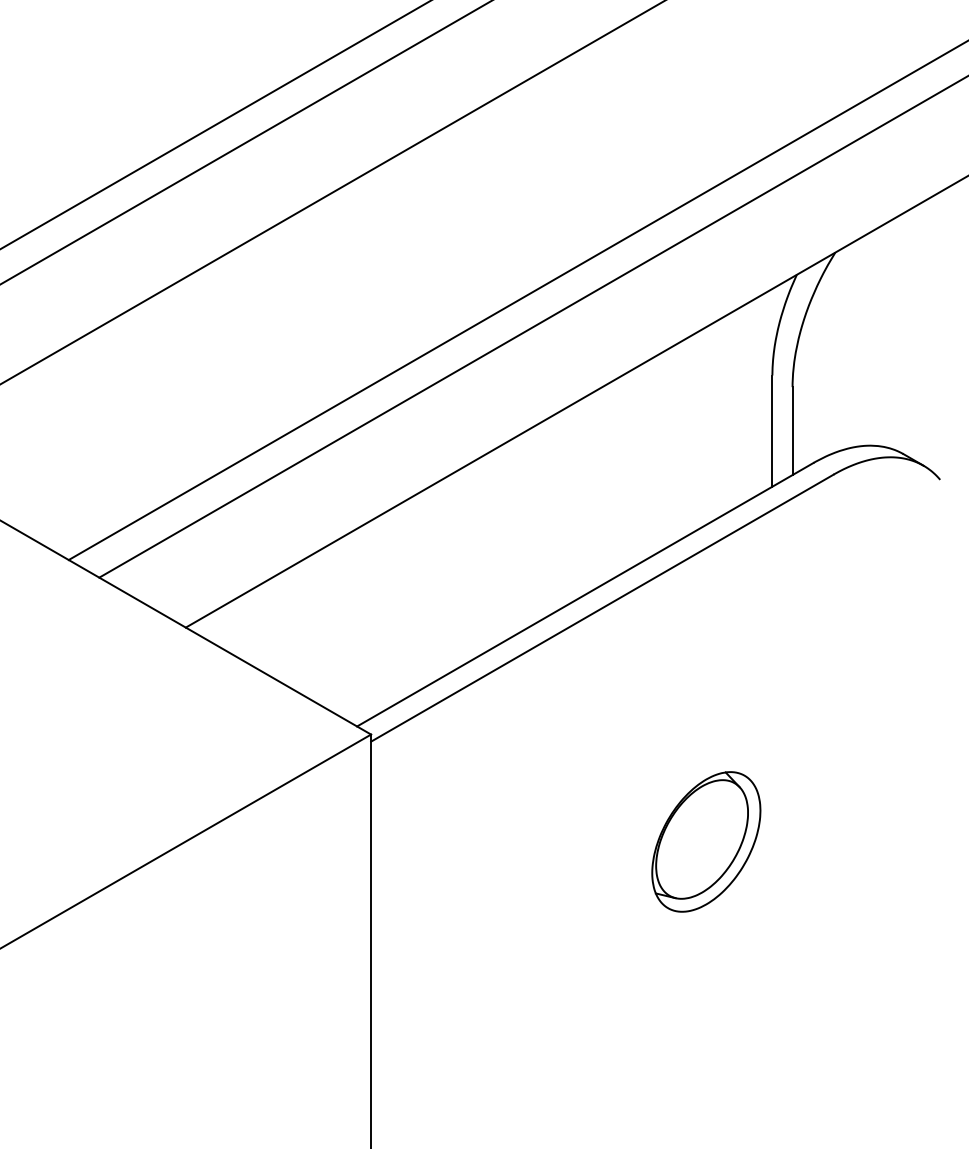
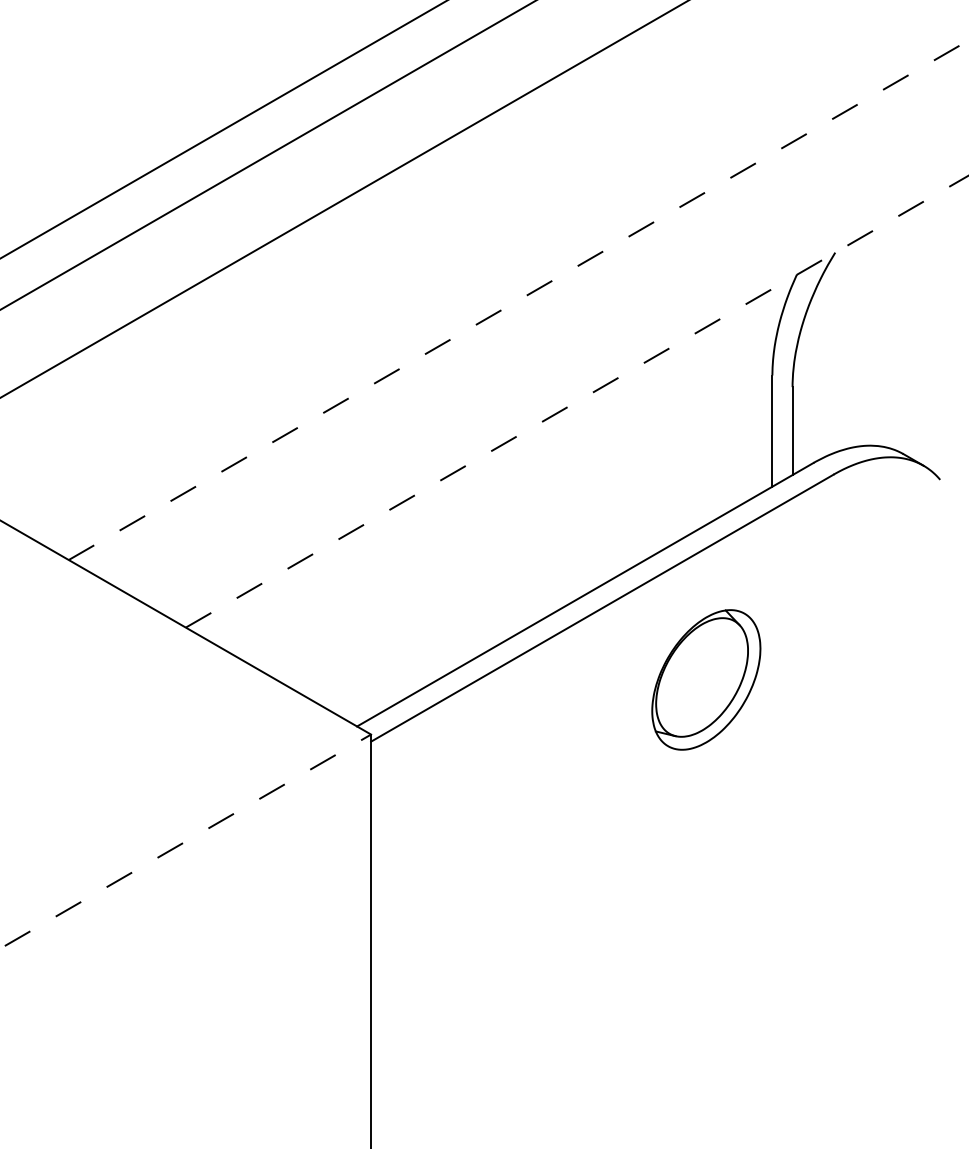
line at (214, 124) position: (214, 124) -> (223, 129)
line at (245, 142) position: (245, 142) -> (267, 155)
line at (332, 192) position: (332, 192) -> (343, 199)
line at (519, 300): solid -> dashed
line at (532, 327): present -> none
line at (577, 401): solid -> dashed
line at (185, 841): solid -> dashed
part at (706, 841) position: (706, 841) -> (706, 679)
